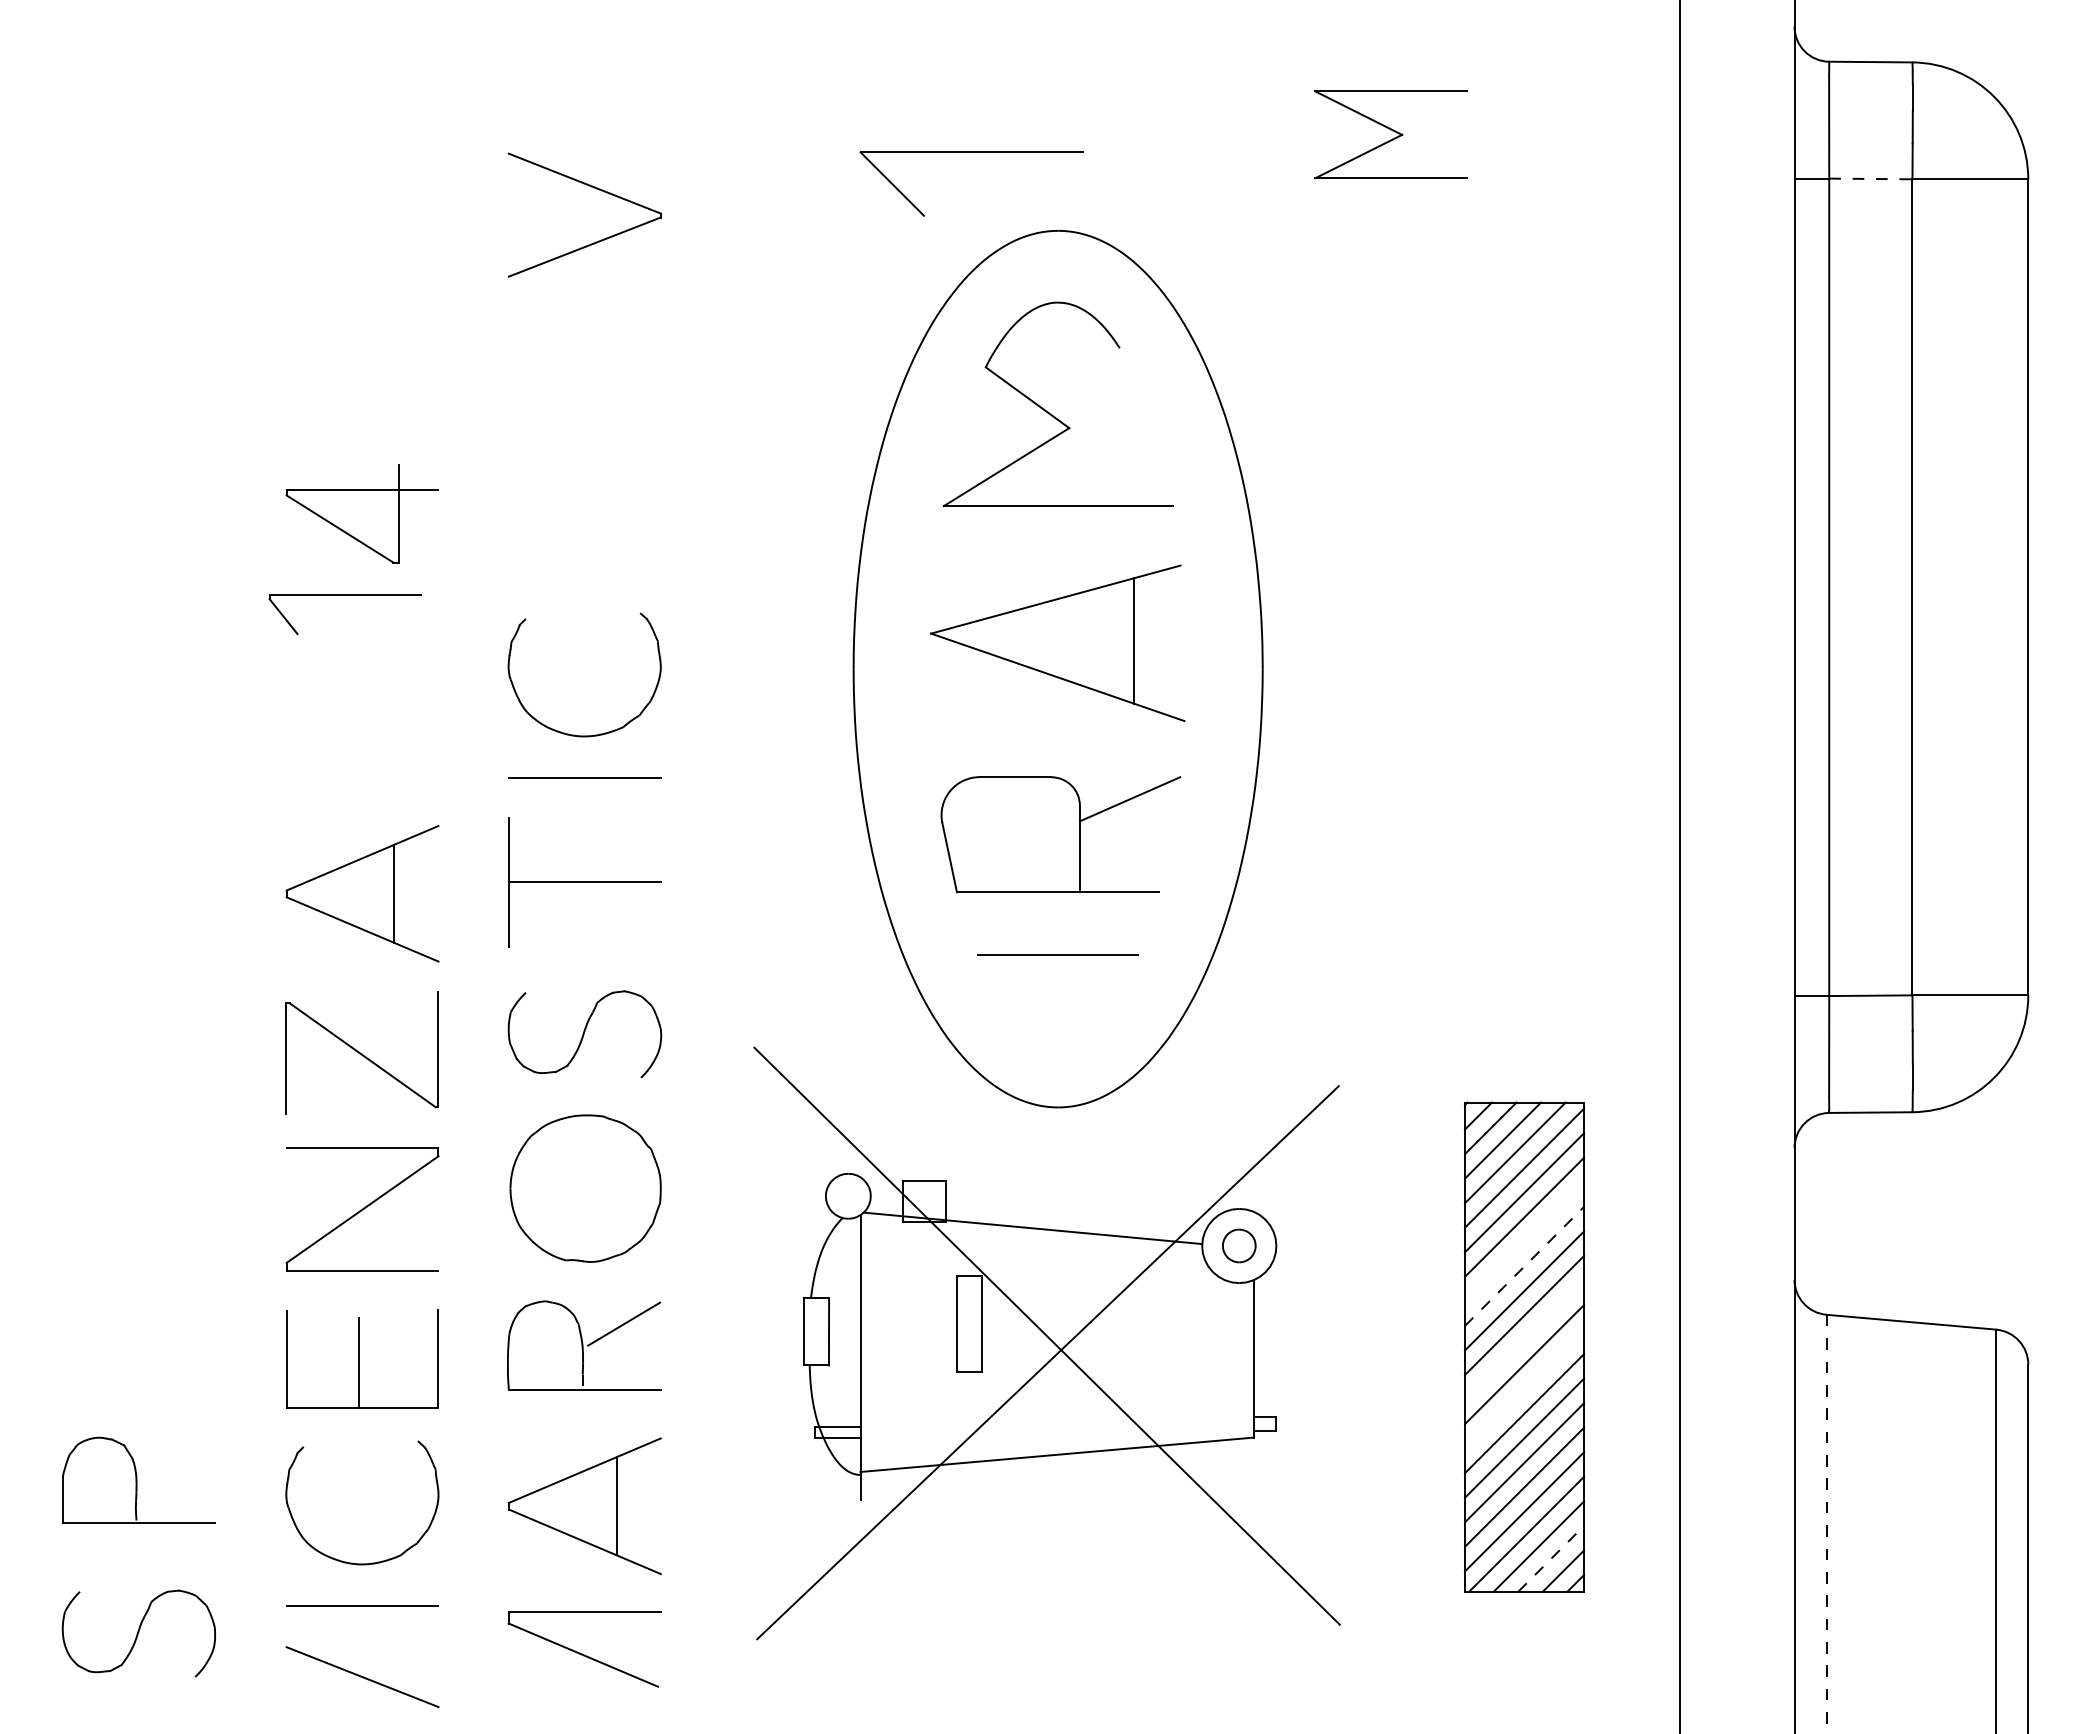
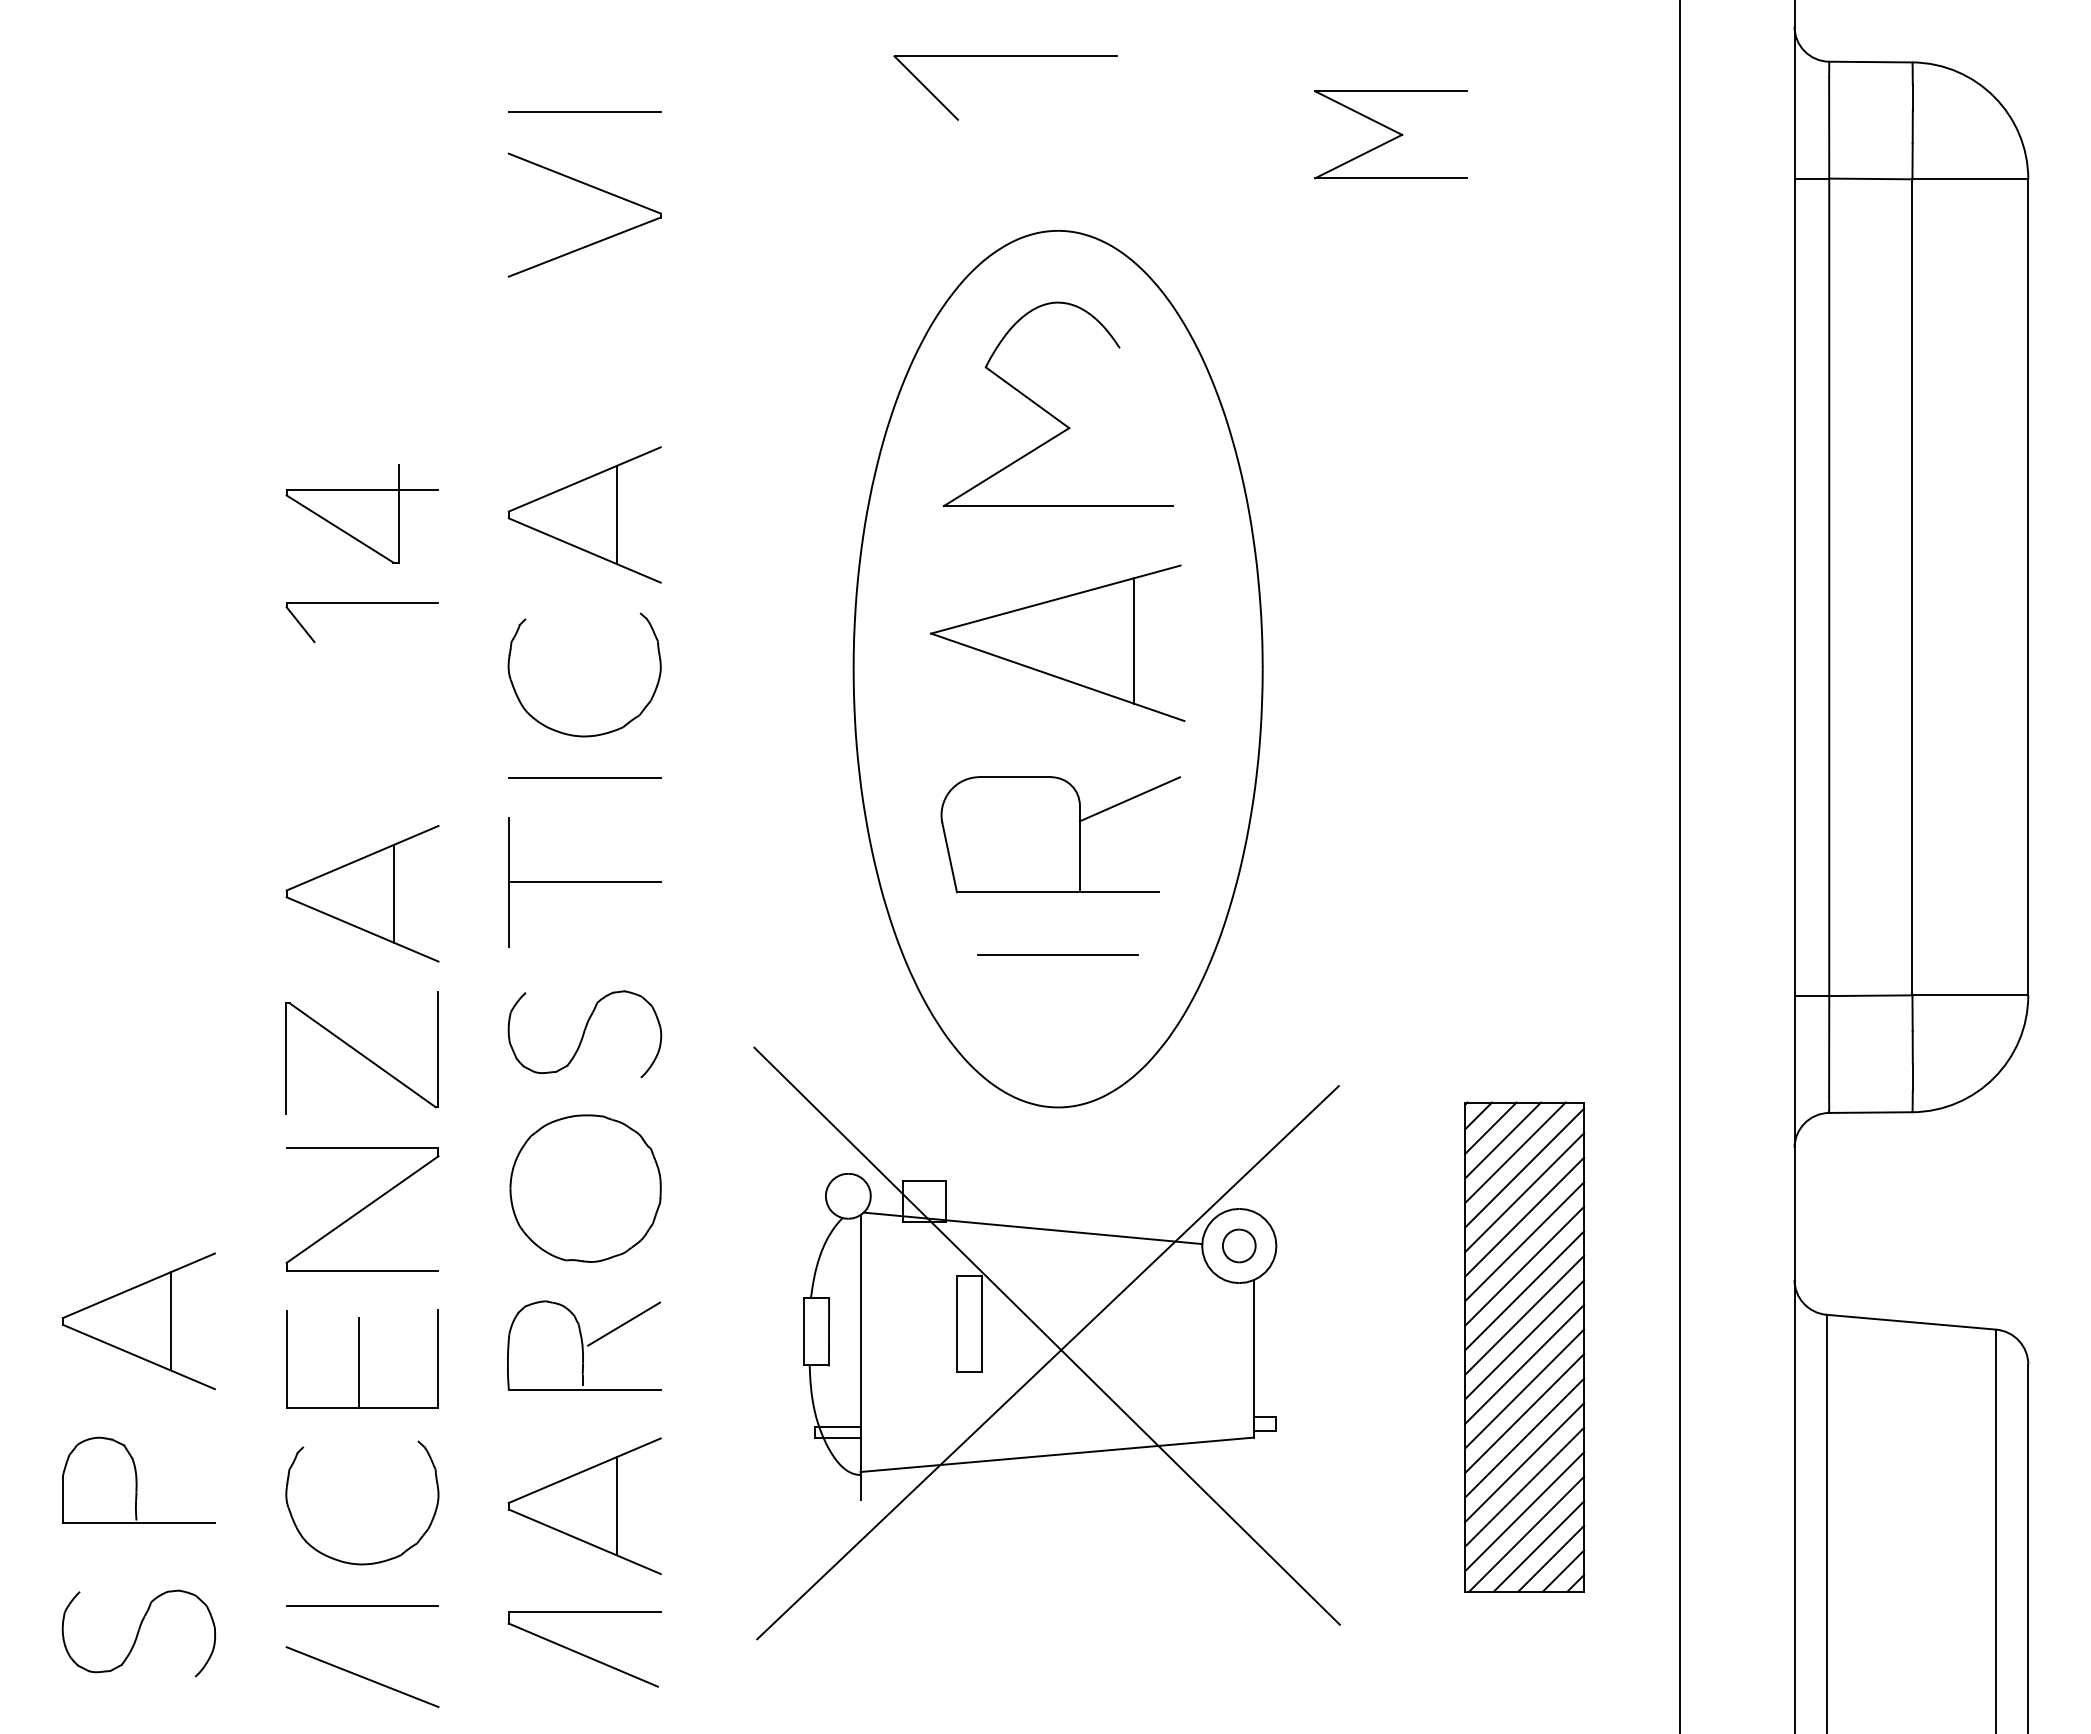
line at (584, 112): none -> present
part at (971, 152) position: (971, 152) -> (1005, 56)
line at (1870, 178): dashed -> solid
part at (584, 514): none -> present
part at (344, 595) position: (344, 595) -> (361, 603)
line at (1524, 1241): none -> present
line at (1524, 1265): dashed -> solid
part at (138, 1321): none -> present
line at (1524, 1339): none -> present
line at (1524, 1388): none -> present
line at (1826, 1524): dashed -> solid
line at (1551, 1558): dashed -> solid
